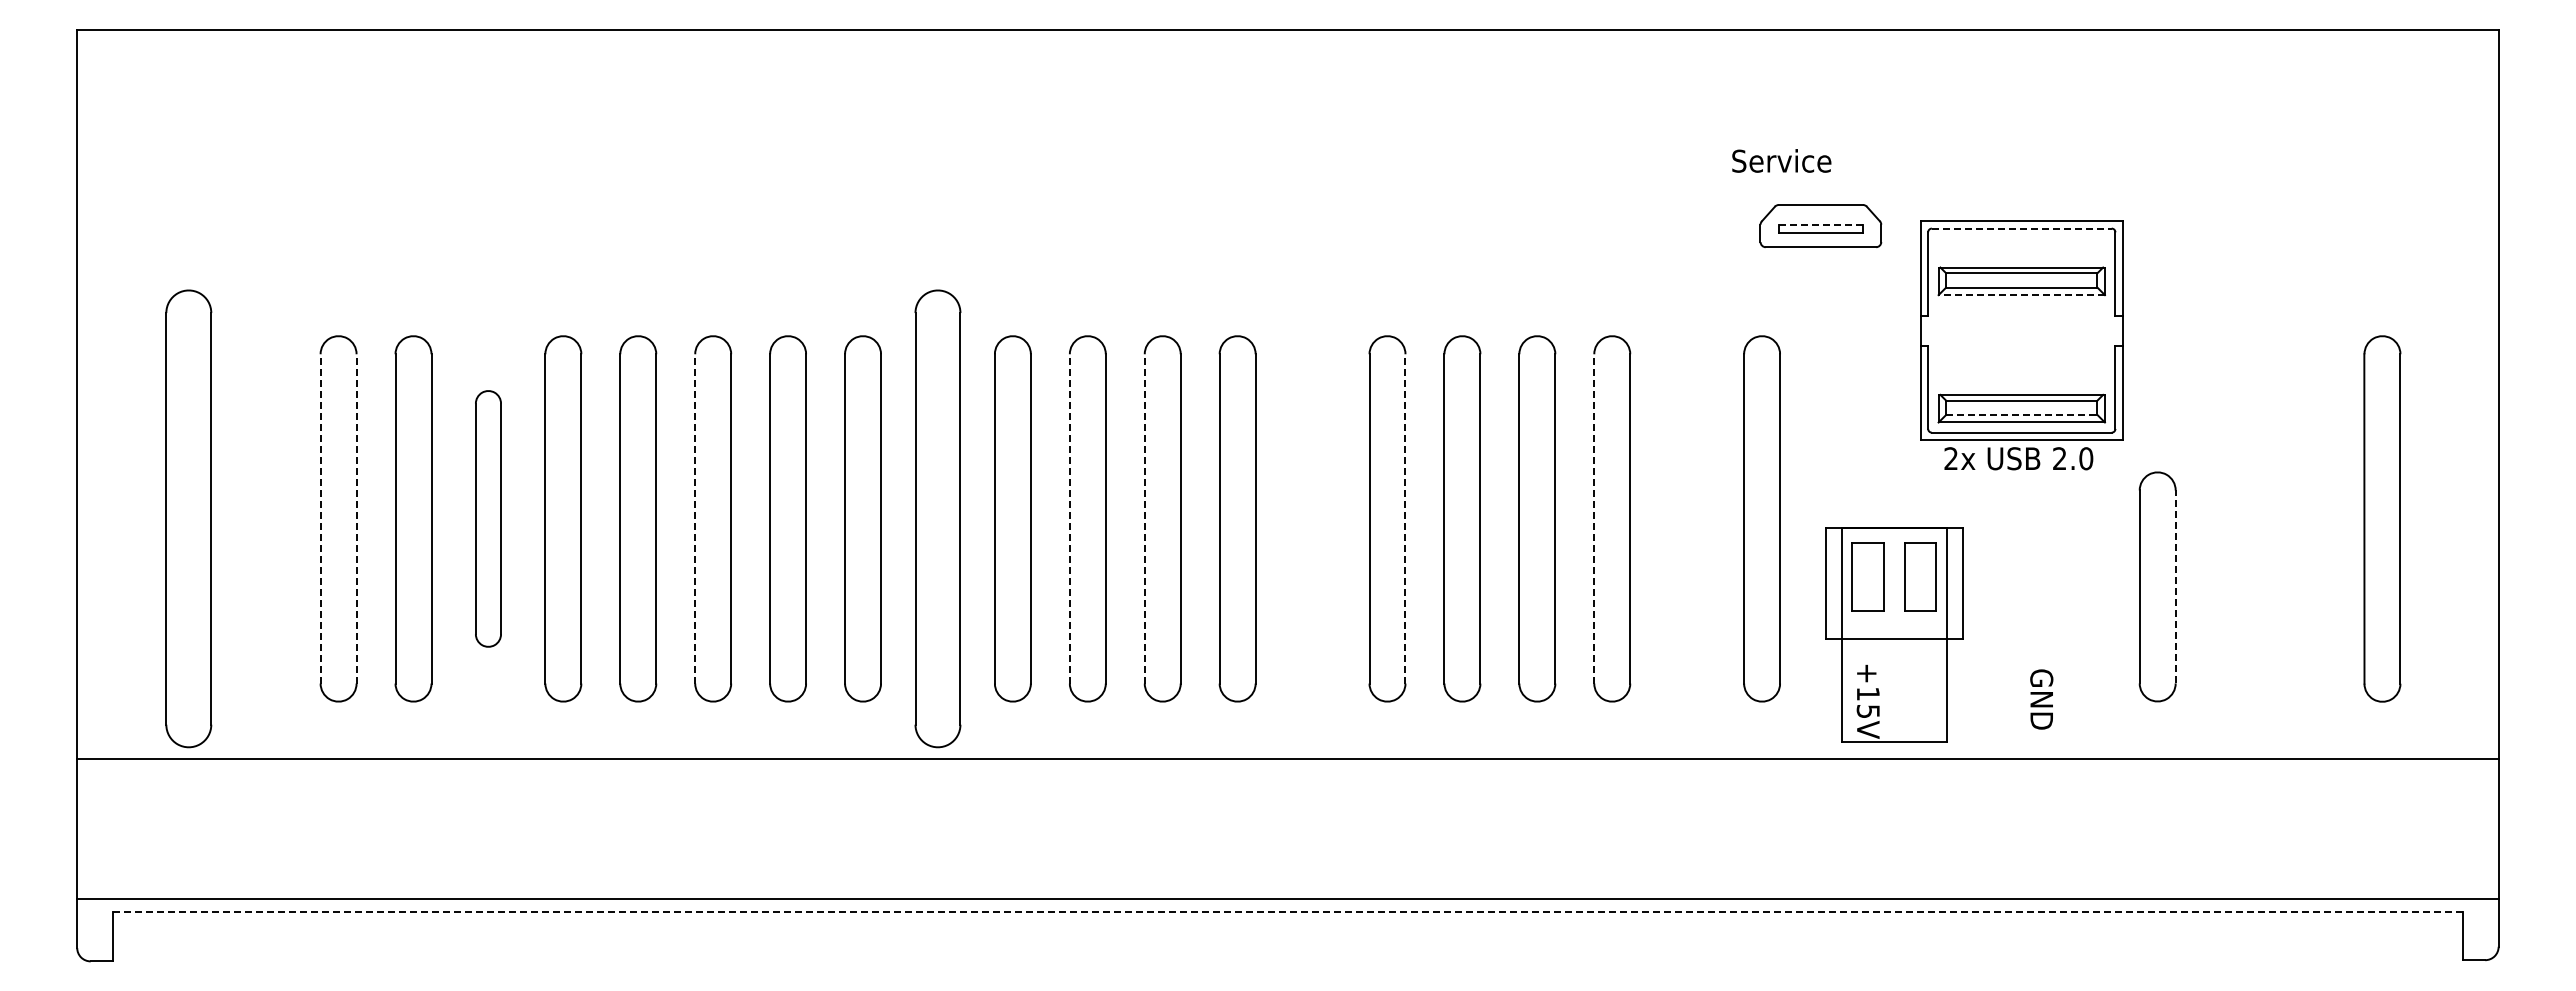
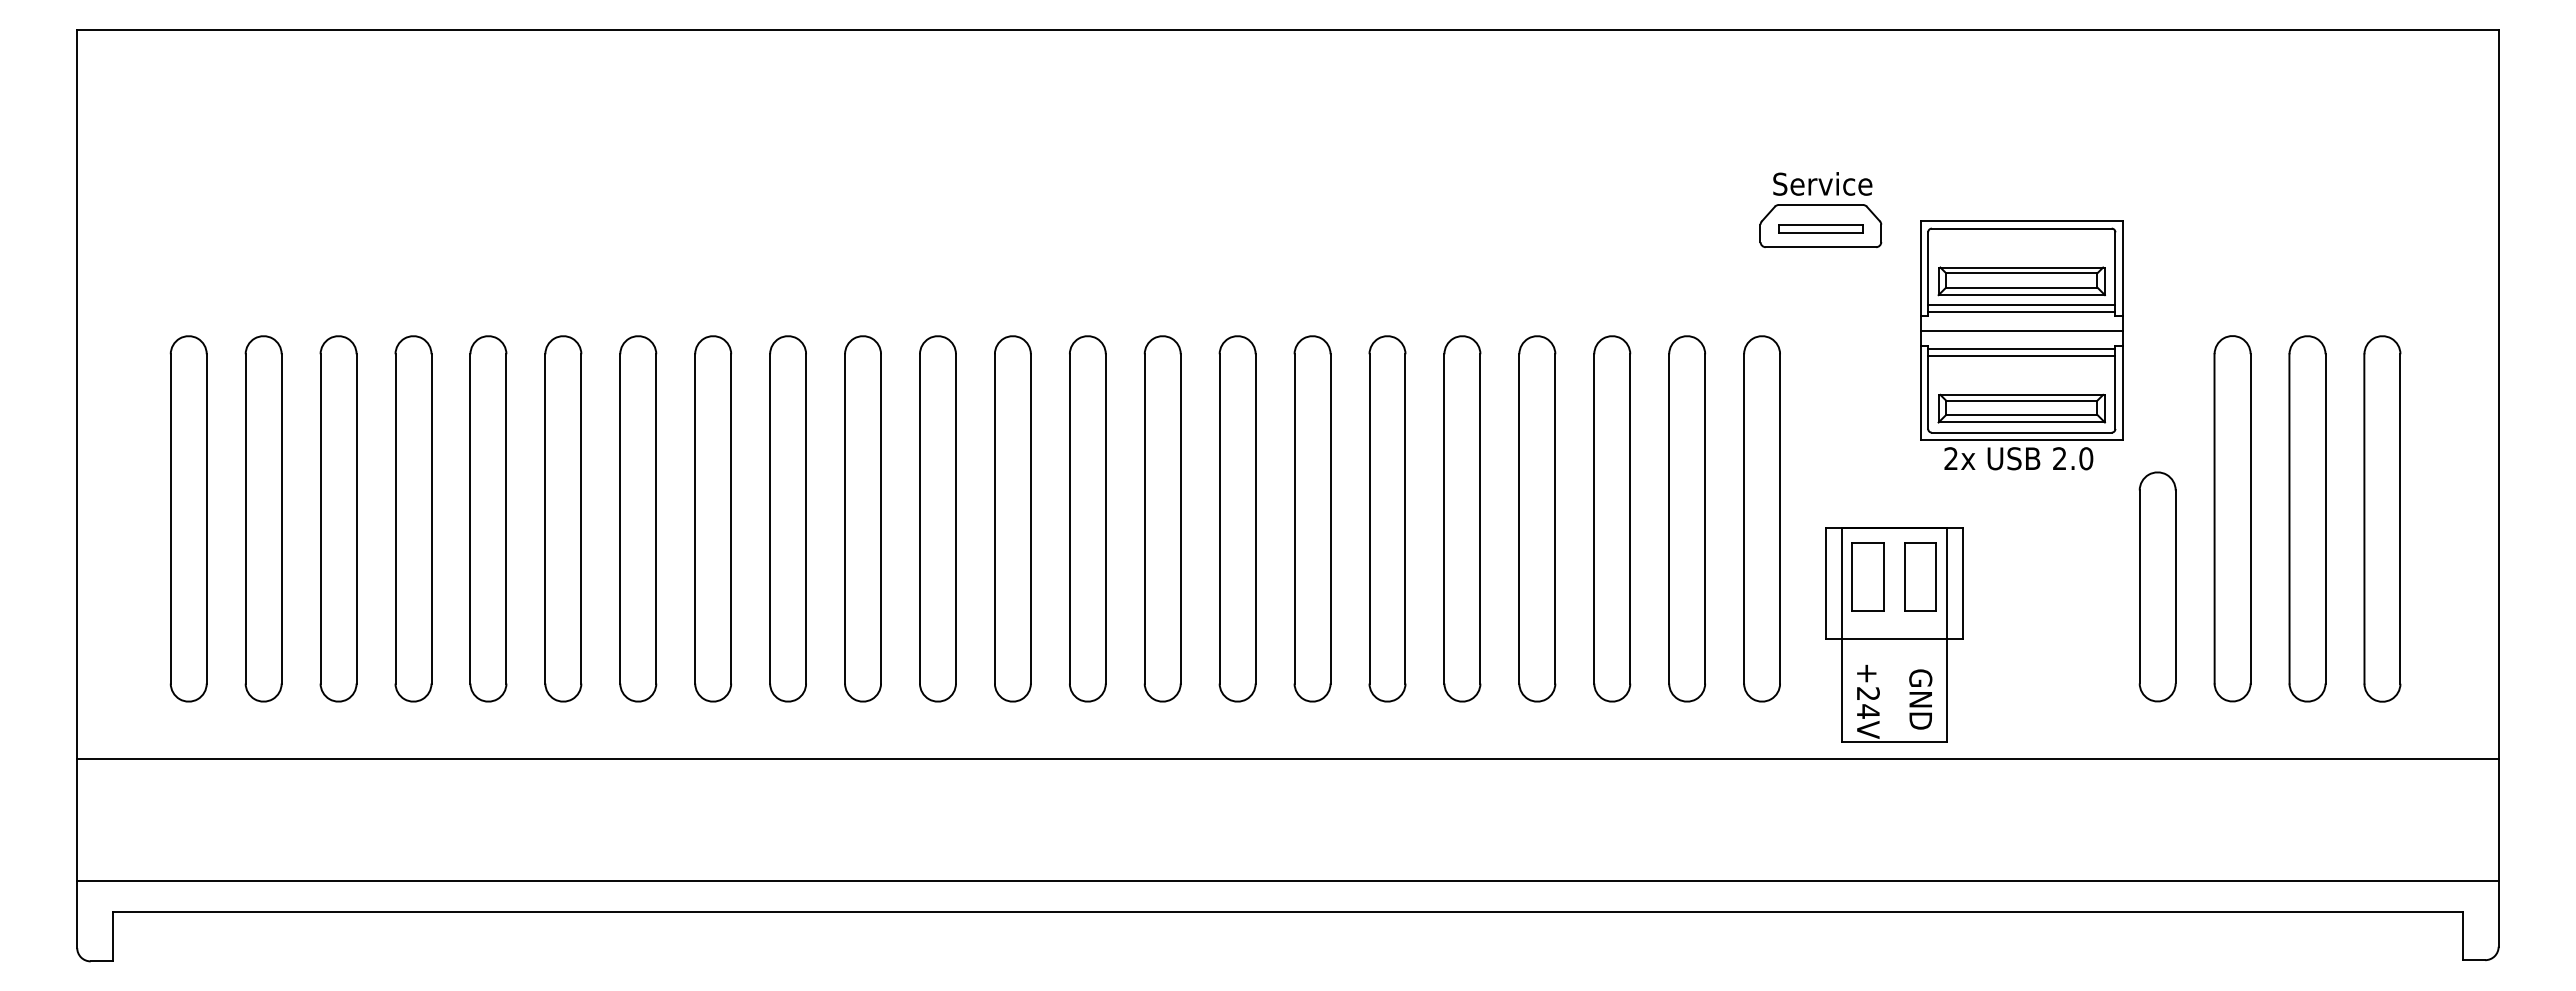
text at (1781, 160) position: (1781, 160) -> (1822, 183)
line at (1821, 224): dashed -> solid
line at (2021, 228): dashed -> solid
line at (2021, 295): dashed -> solid
line at (2021, 305): none -> present
line at (2021, 312): none -> present
line at (2021, 330): none -> present
line at (2021, 349): none -> present
line at (2021, 355): none -> present
line at (2021, 415): dashed -> solid
part at (188, 518) size: 48x460 px -> 39x368 px
part at (263, 518): none -> present
line at (320, 518): dashed -> solid
line at (356, 518): dashed -> solid
part at (488, 518) size: 27x258 px -> 39x368 px
line at (695, 518): dashed -> solid
part at (937, 518) size: 48x460 px -> 38x368 px
line at (1069, 518): dashed -> solid
line at (1144, 518): dashed -> solid
part at (1312, 518): none -> present
line at (1405, 518): dashed -> solid
line at (1594, 518): dashed -> solid
part at (1686, 518): none -> present
part at (2232, 518): none -> present
part at (2307, 518): none -> present
line at (2175, 586): dashed -> solid
text at (2041, 699) position: (2041, 699) -> (1920, 699)
text at (1867, 702): +15V -> +24V
line at (1287, 899) position: (1287, 899) -> (1287, 881)
line at (1287, 912): dashed -> solid
